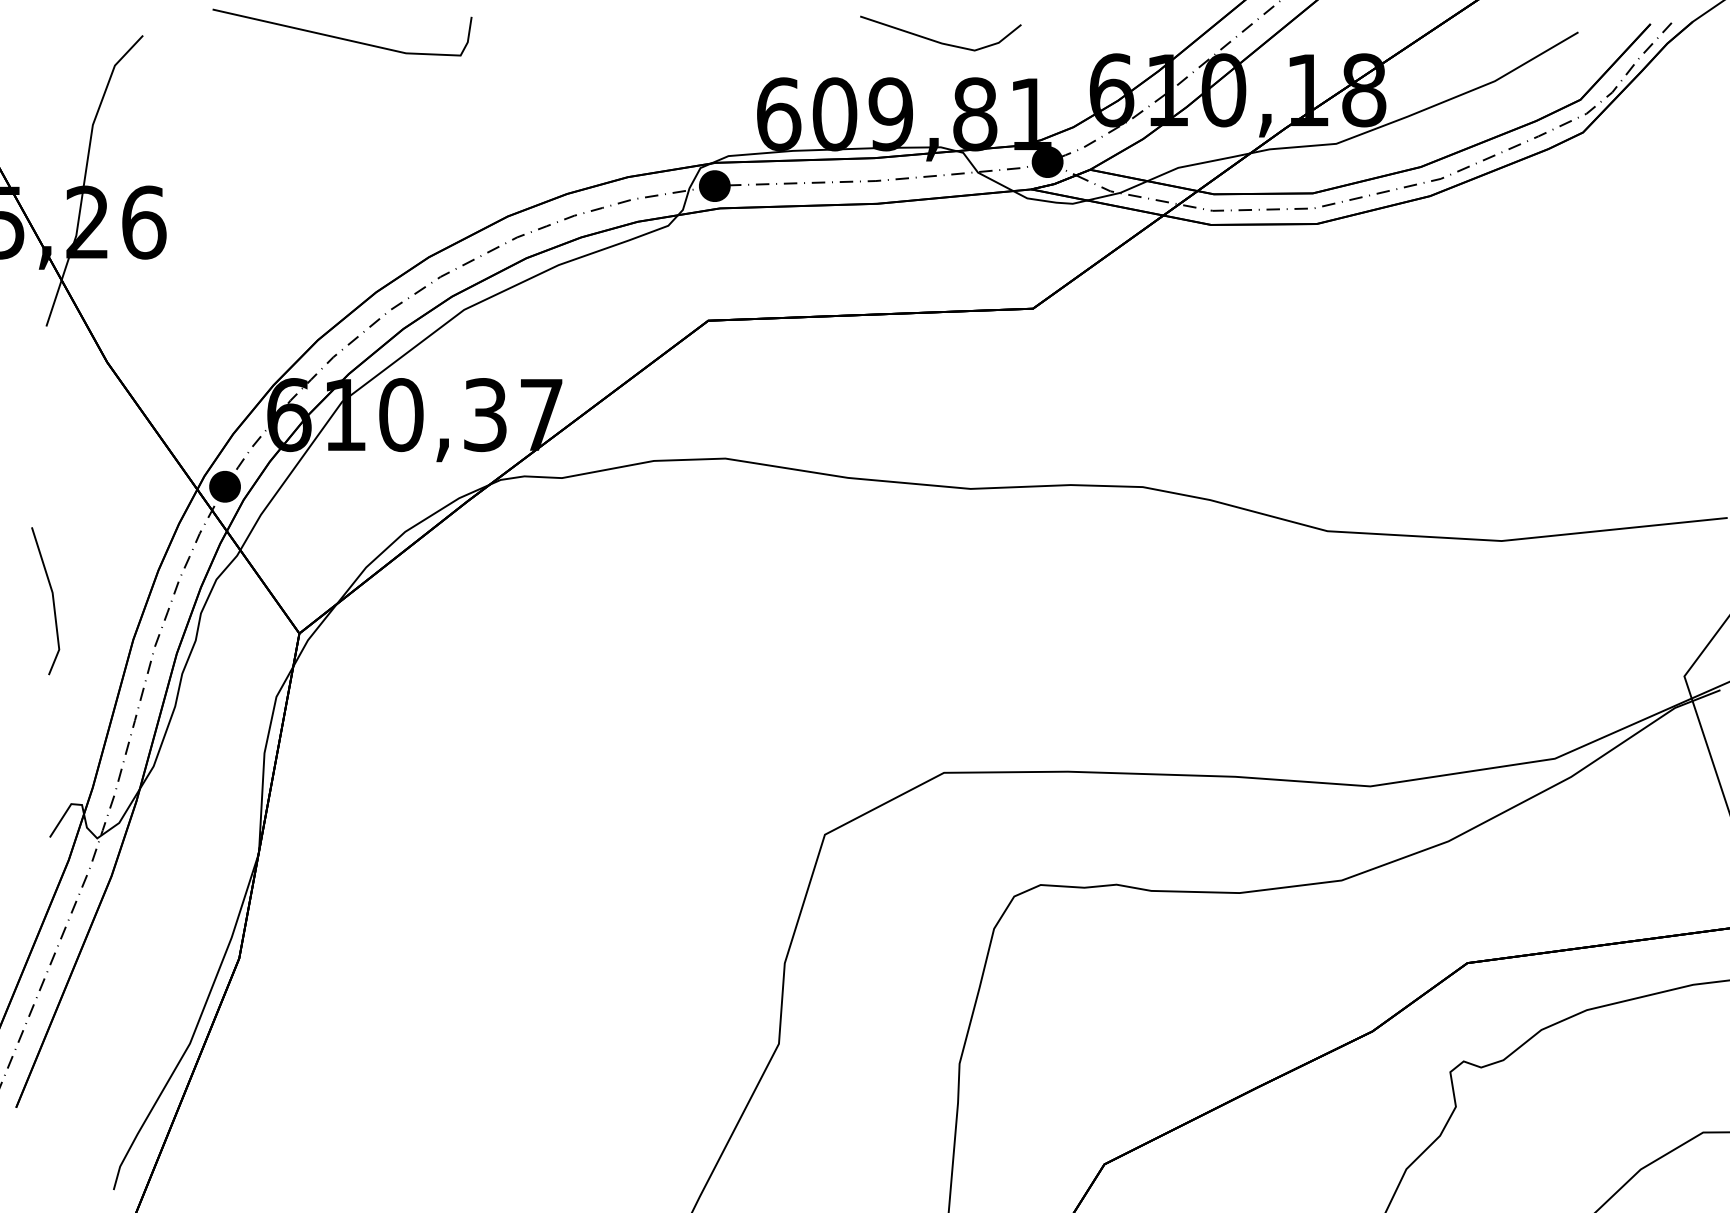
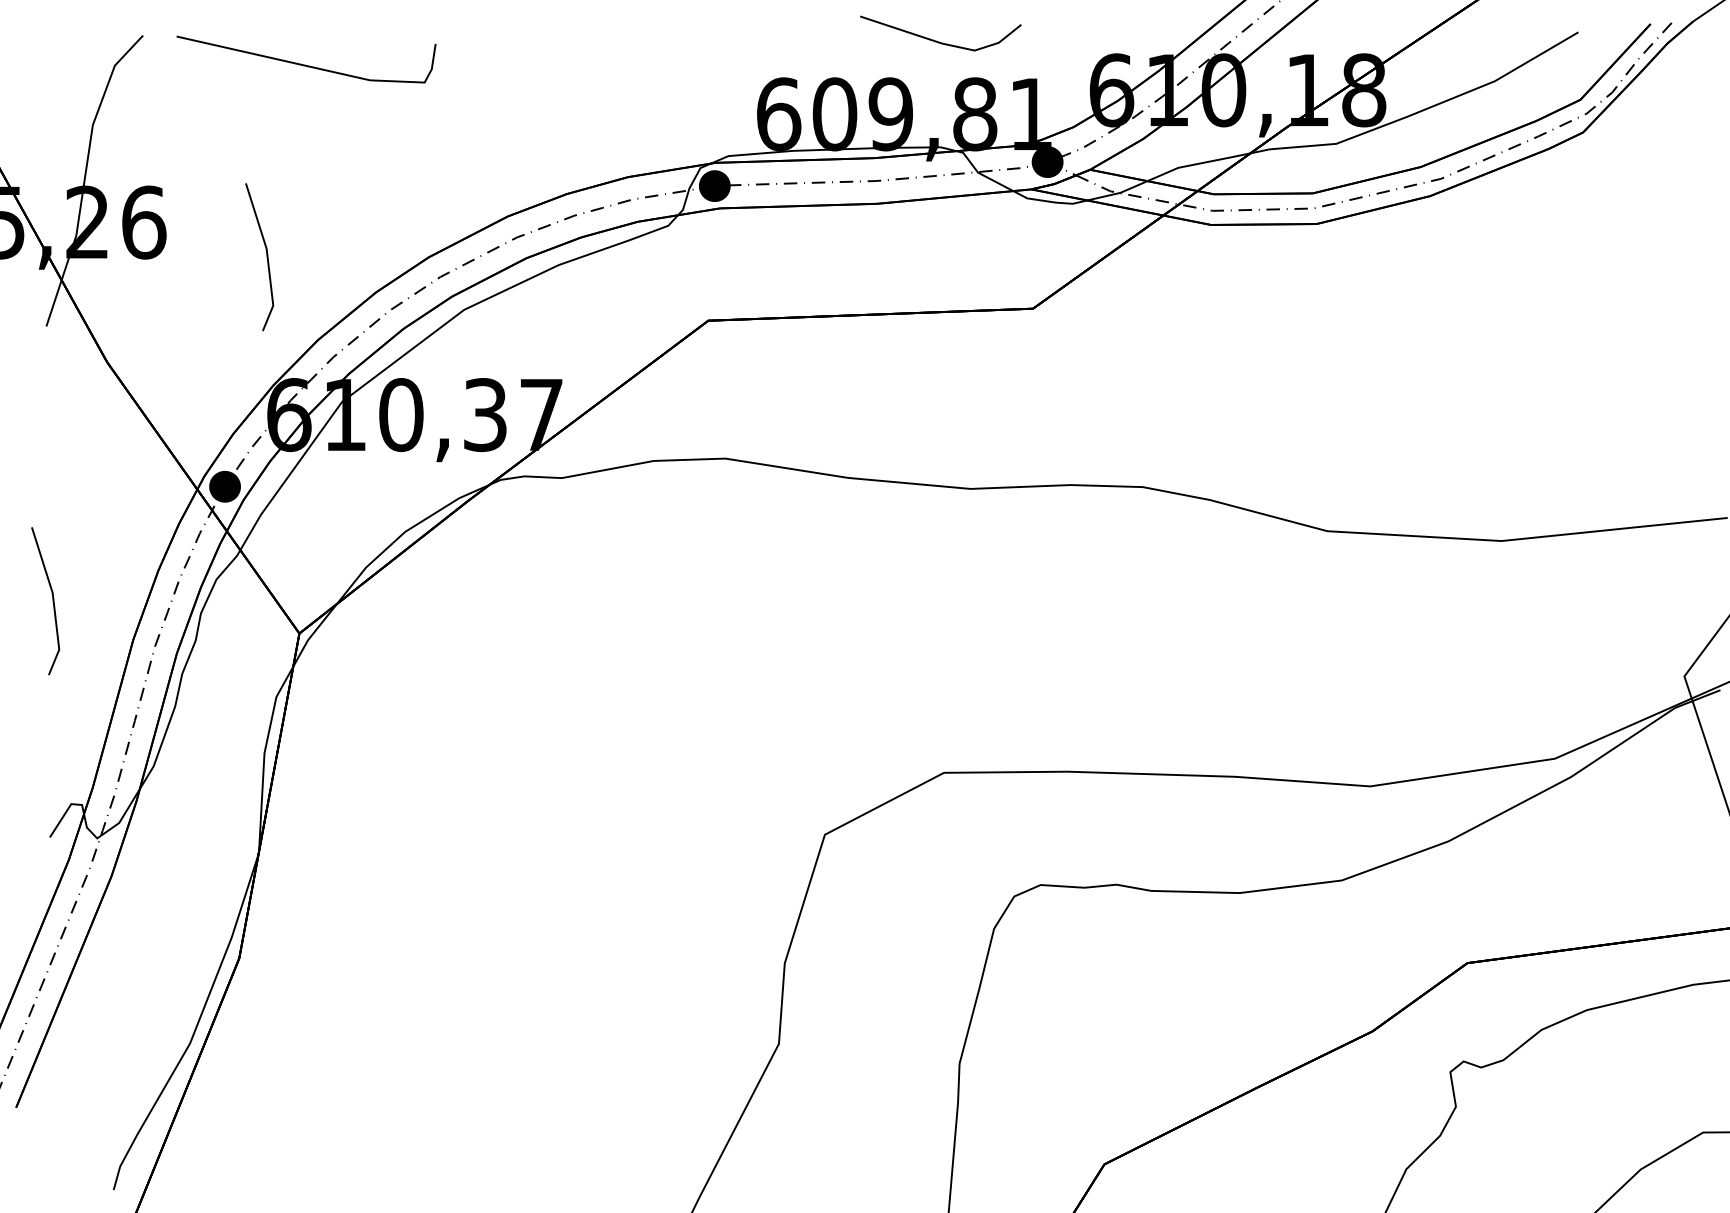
line at (341, 37) position: (341, 37) -> (305, 64)
line at (266, 257): none -> present
